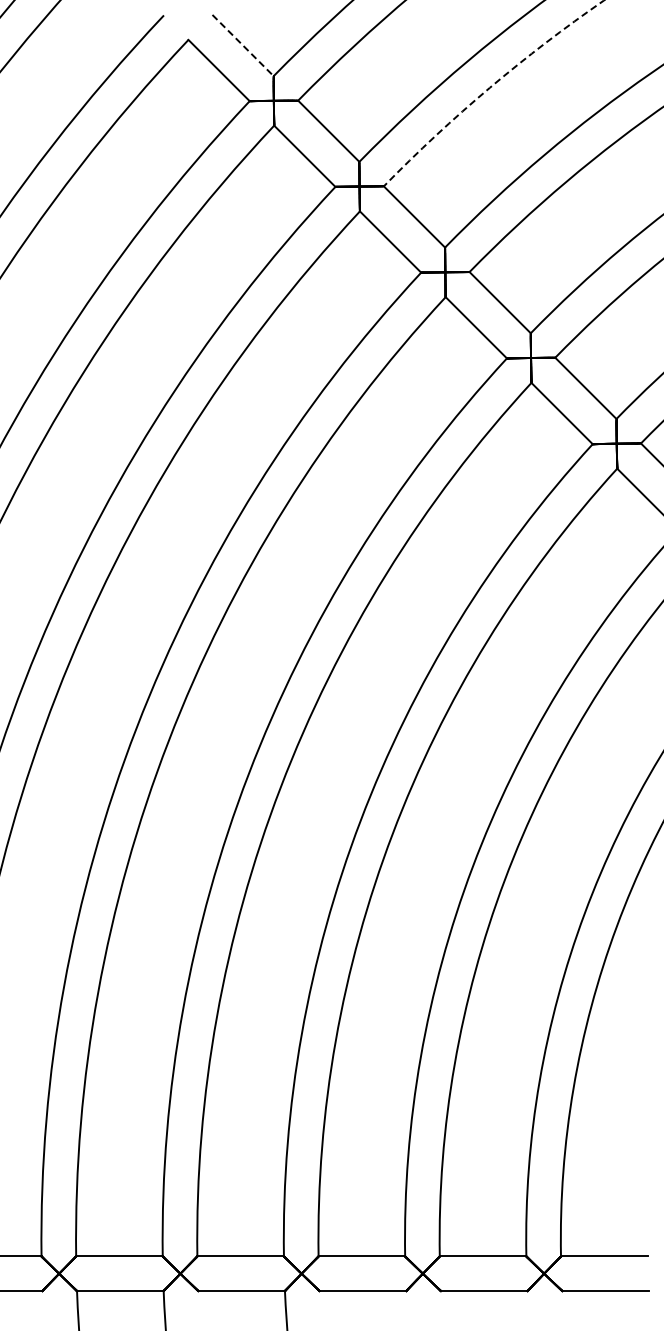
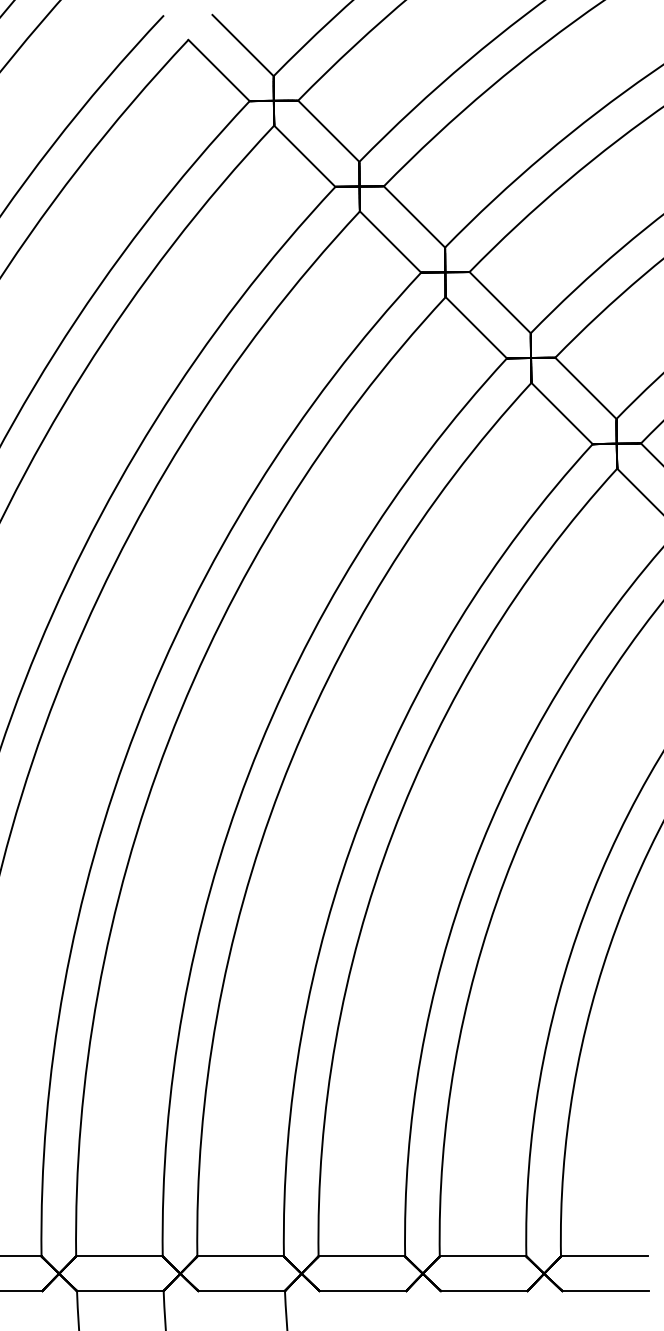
line at (243, 45): dashed -> solid
arc at (489, 87): dashed -> solid
